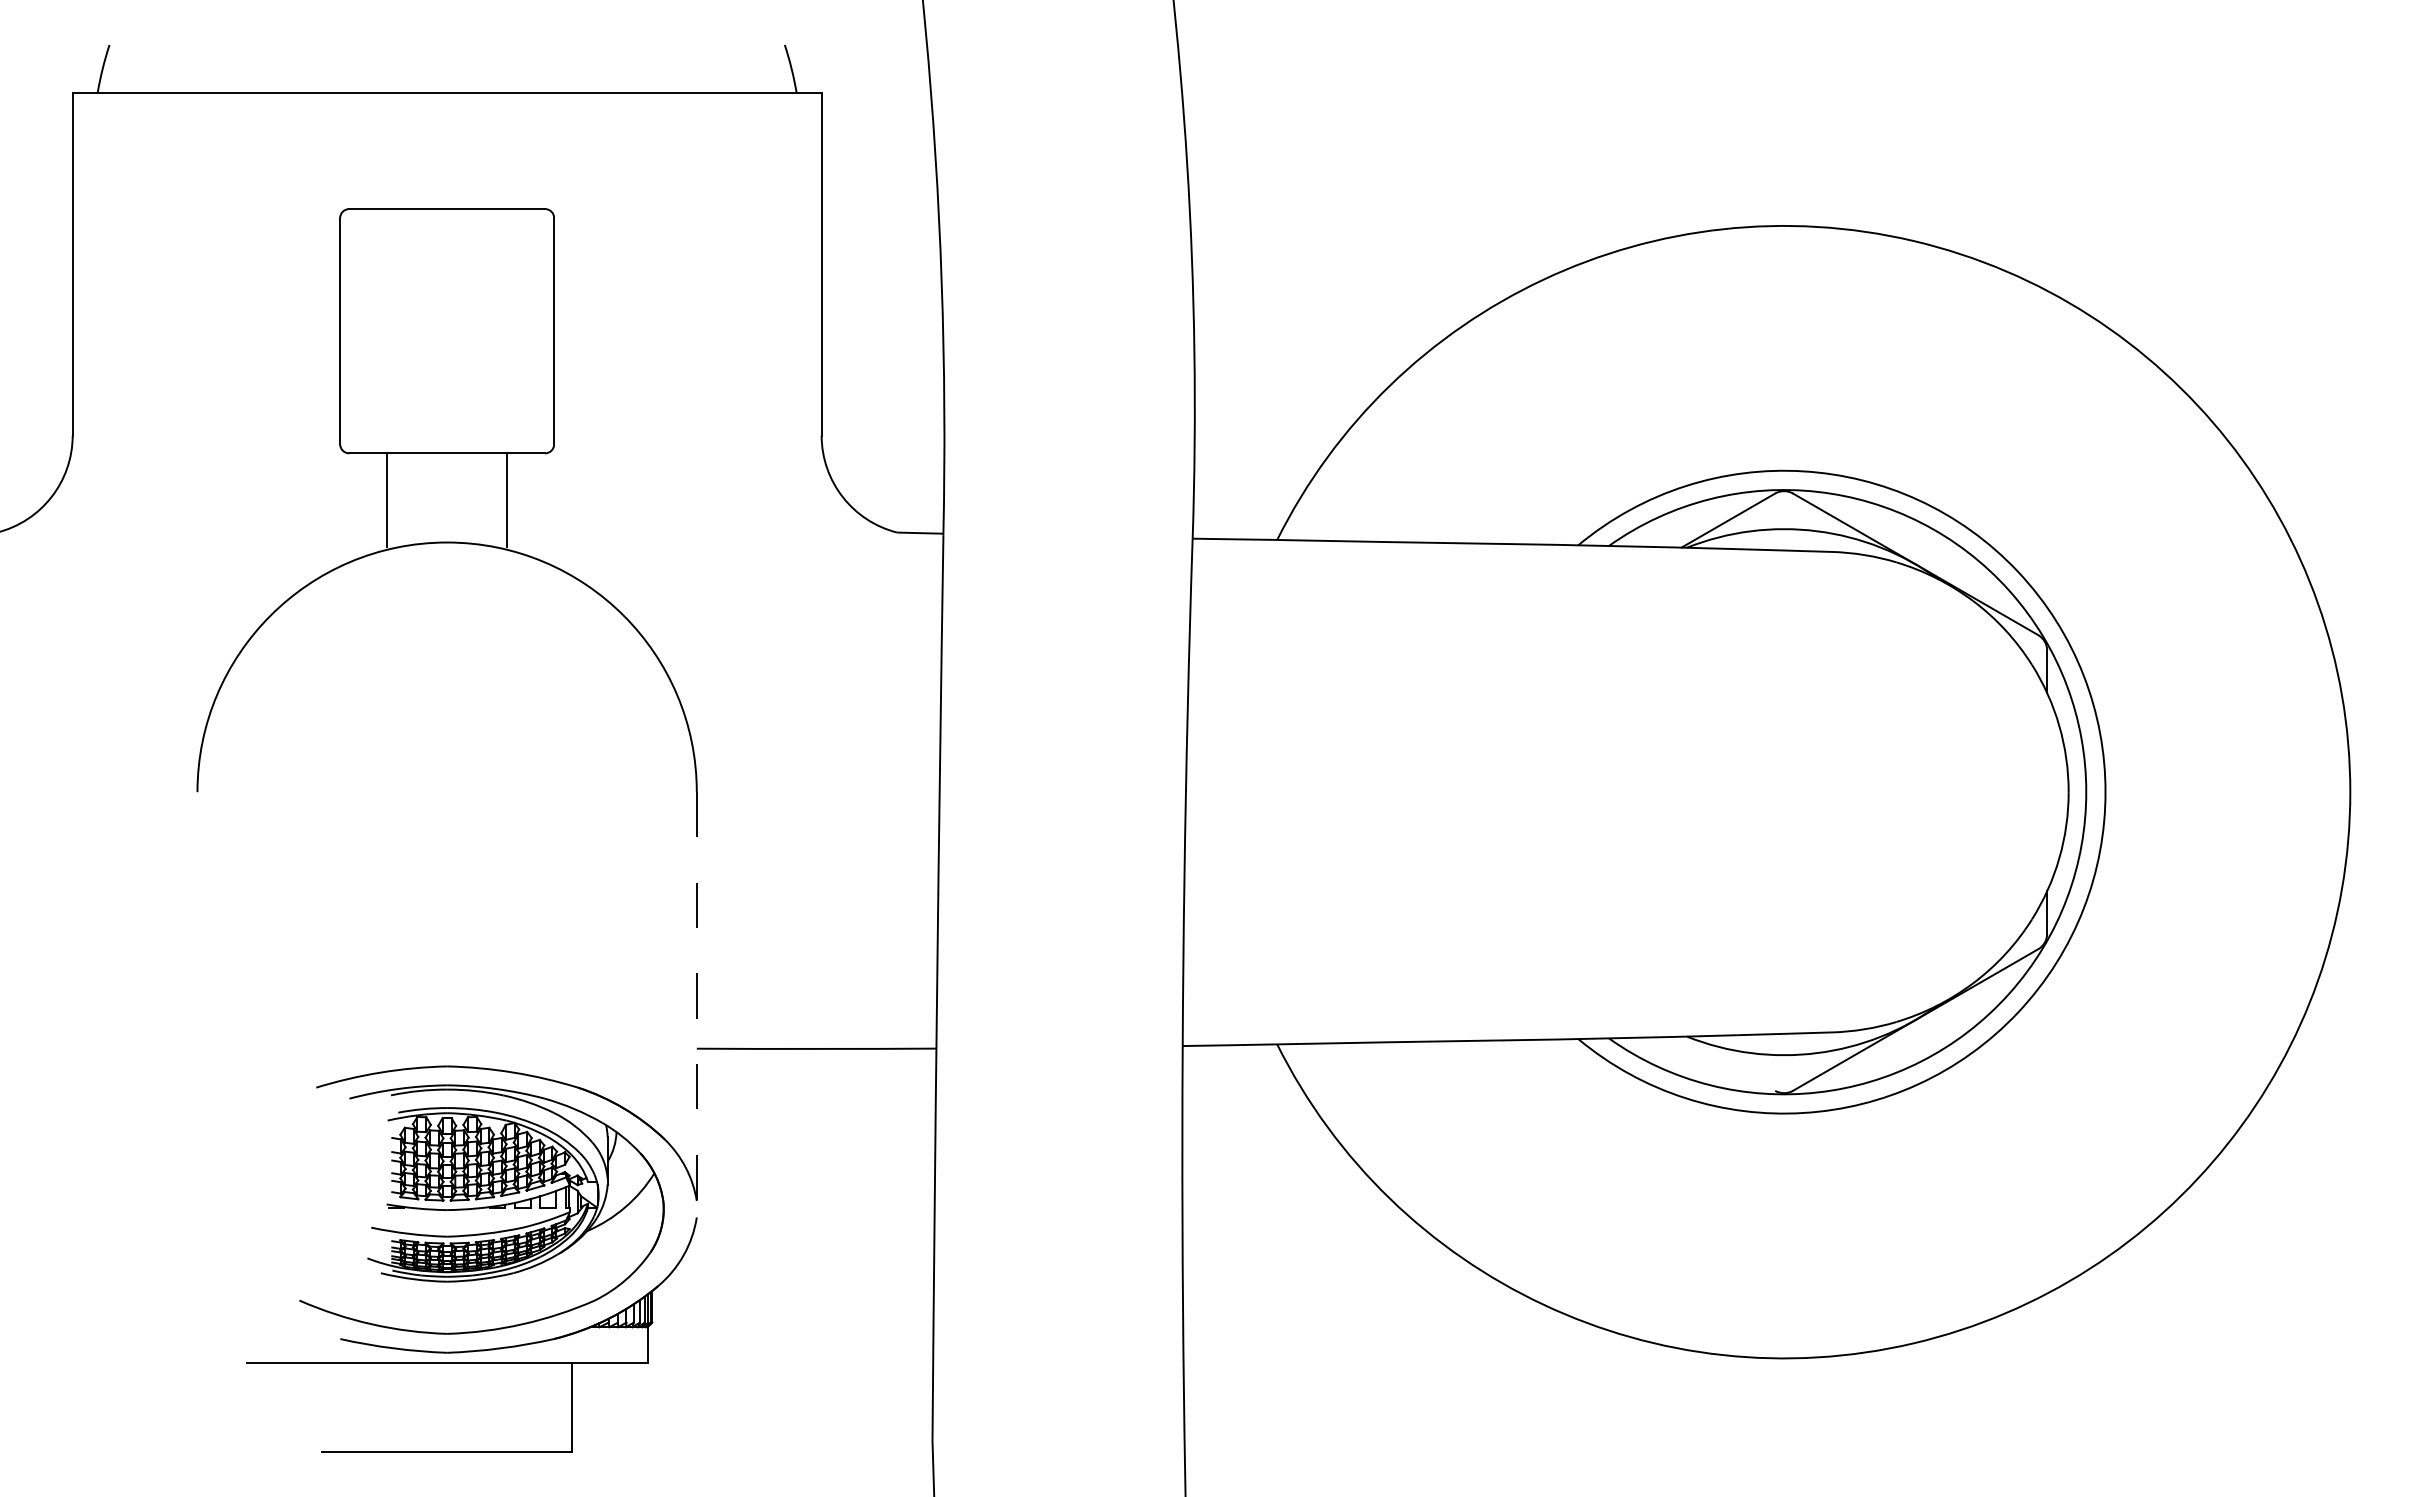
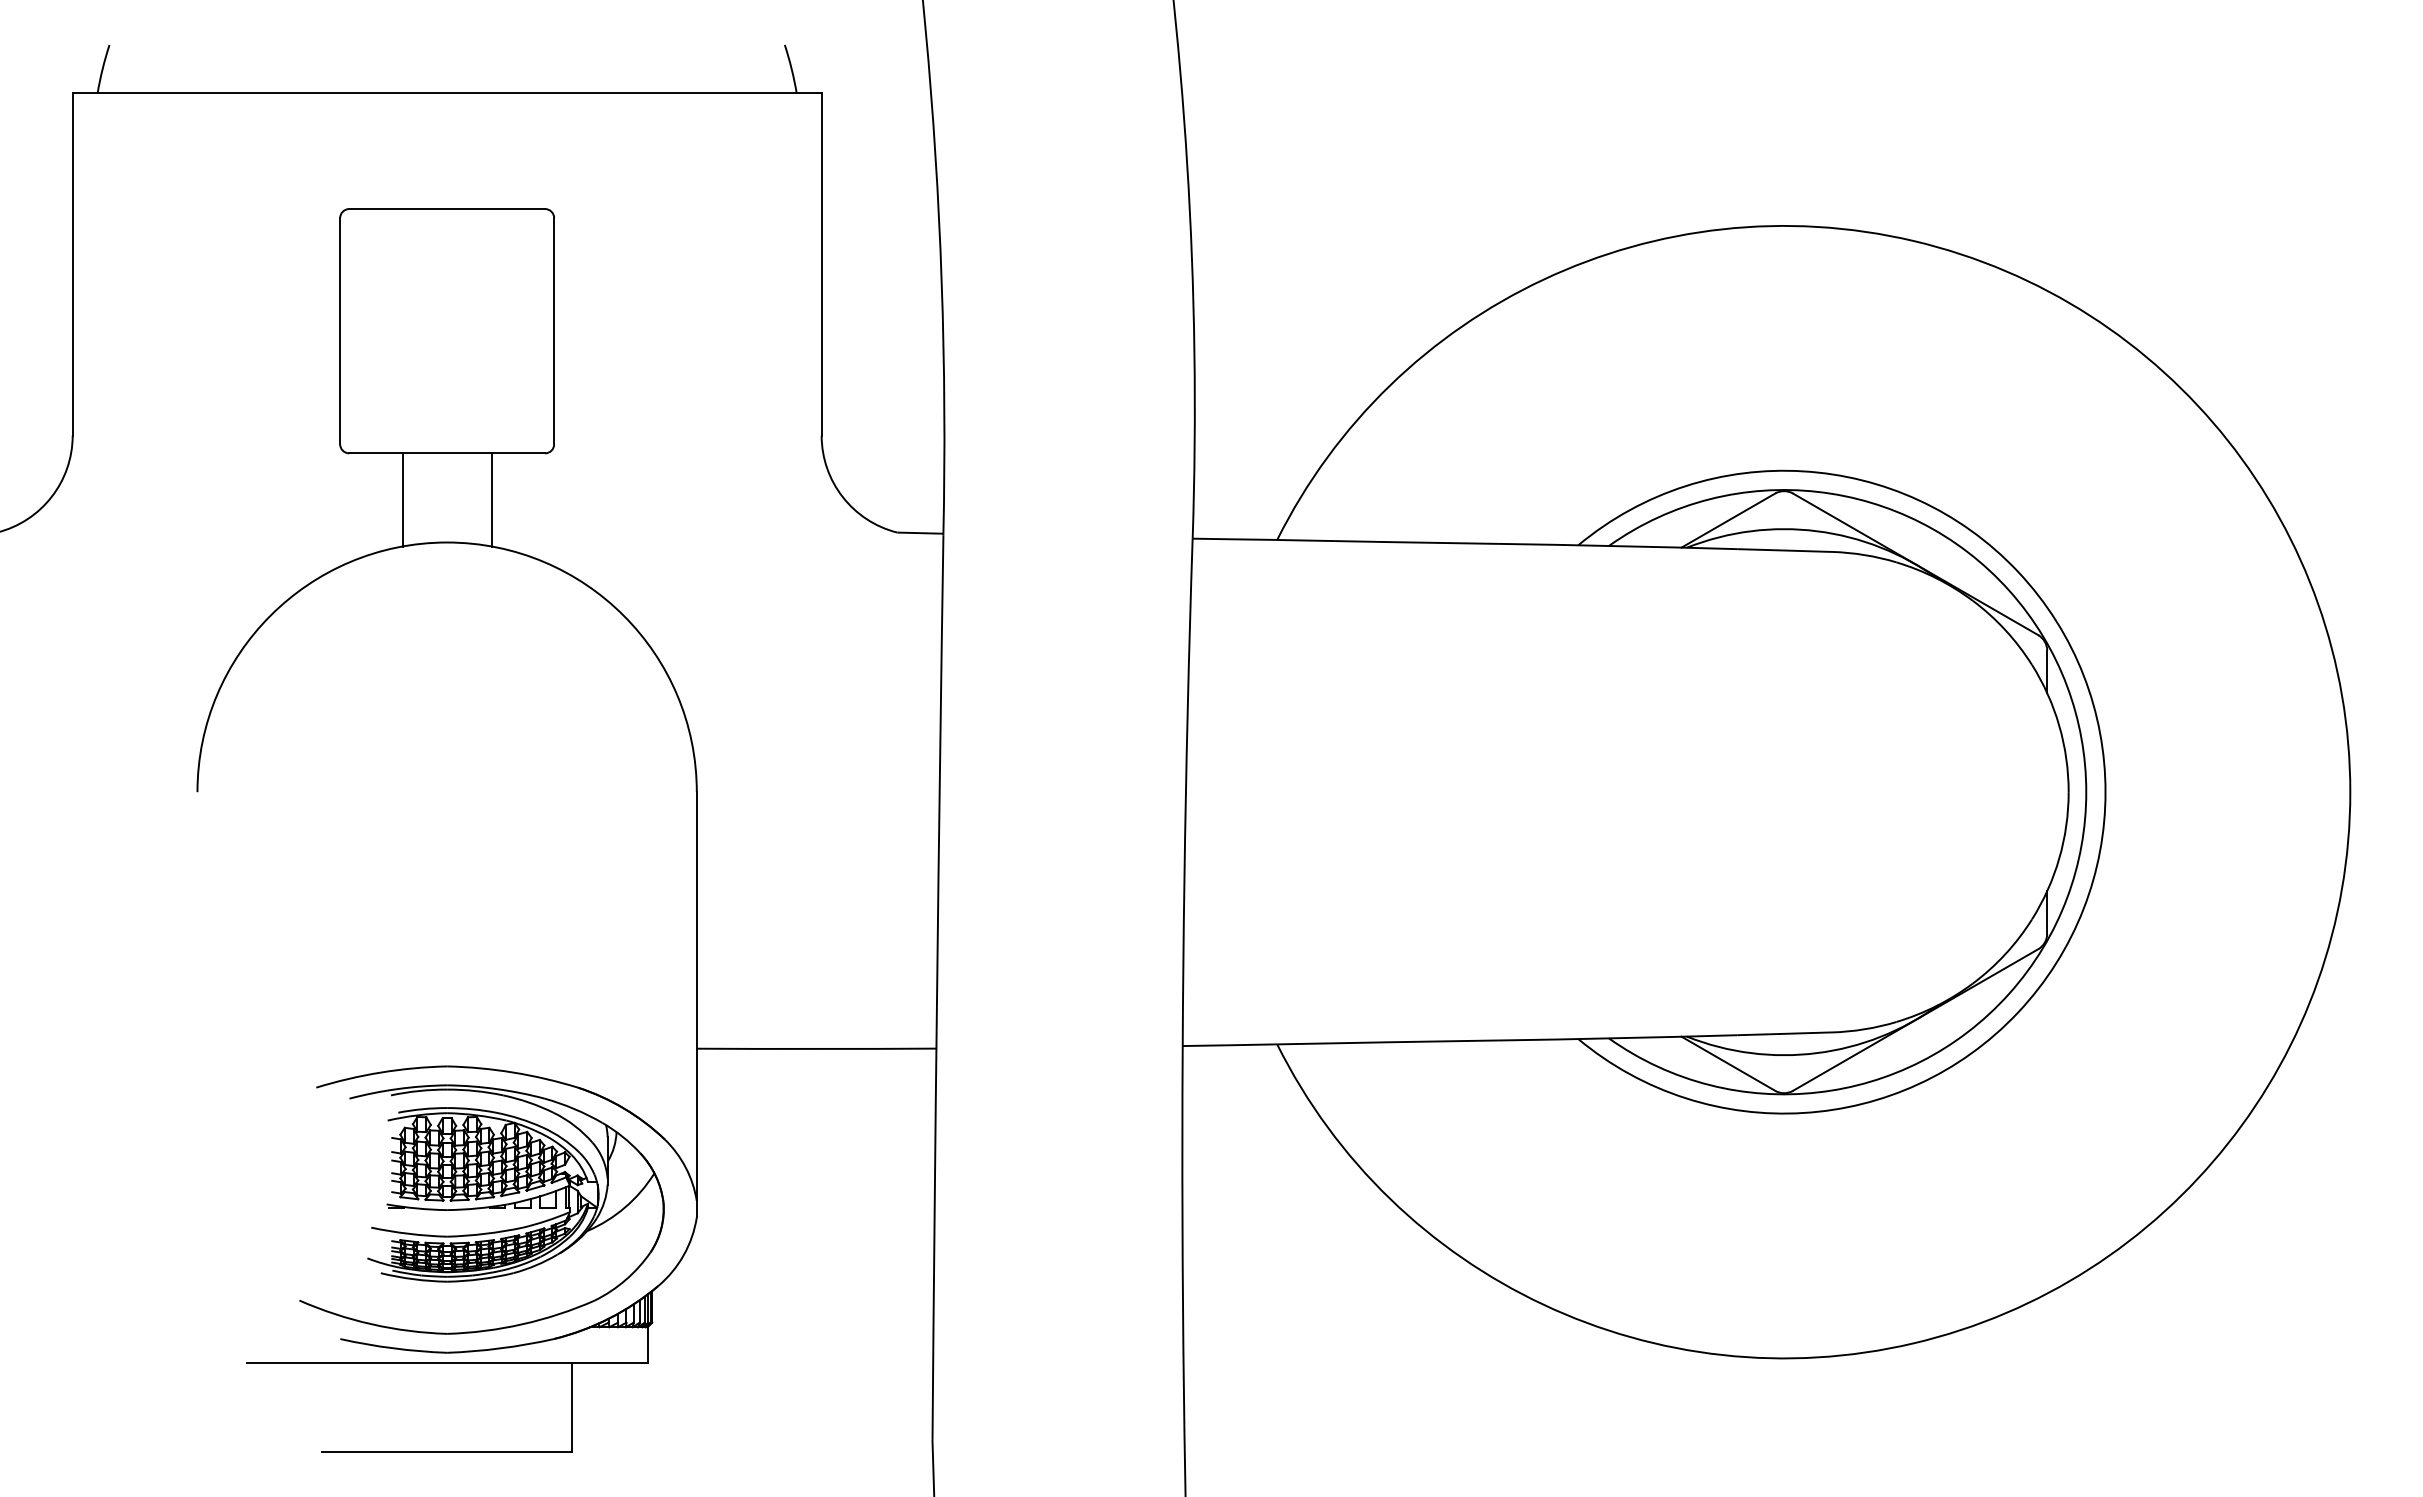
line at (386, 499) position: (386, 499) -> (402, 499)
line at (506, 499) position: (506, 499) -> (491, 499)
line at (696, 1004): dashed -> solid
line at (1728, 1063): none -> present
